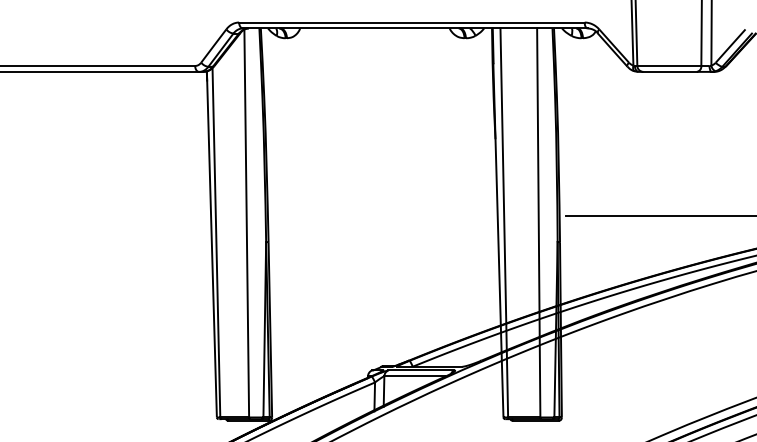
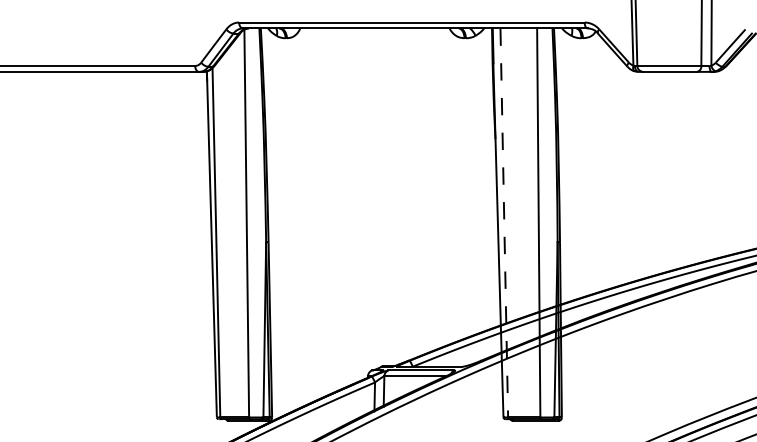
line at (659, 216): present -> none
line at (504, 222): solid -> dashed
